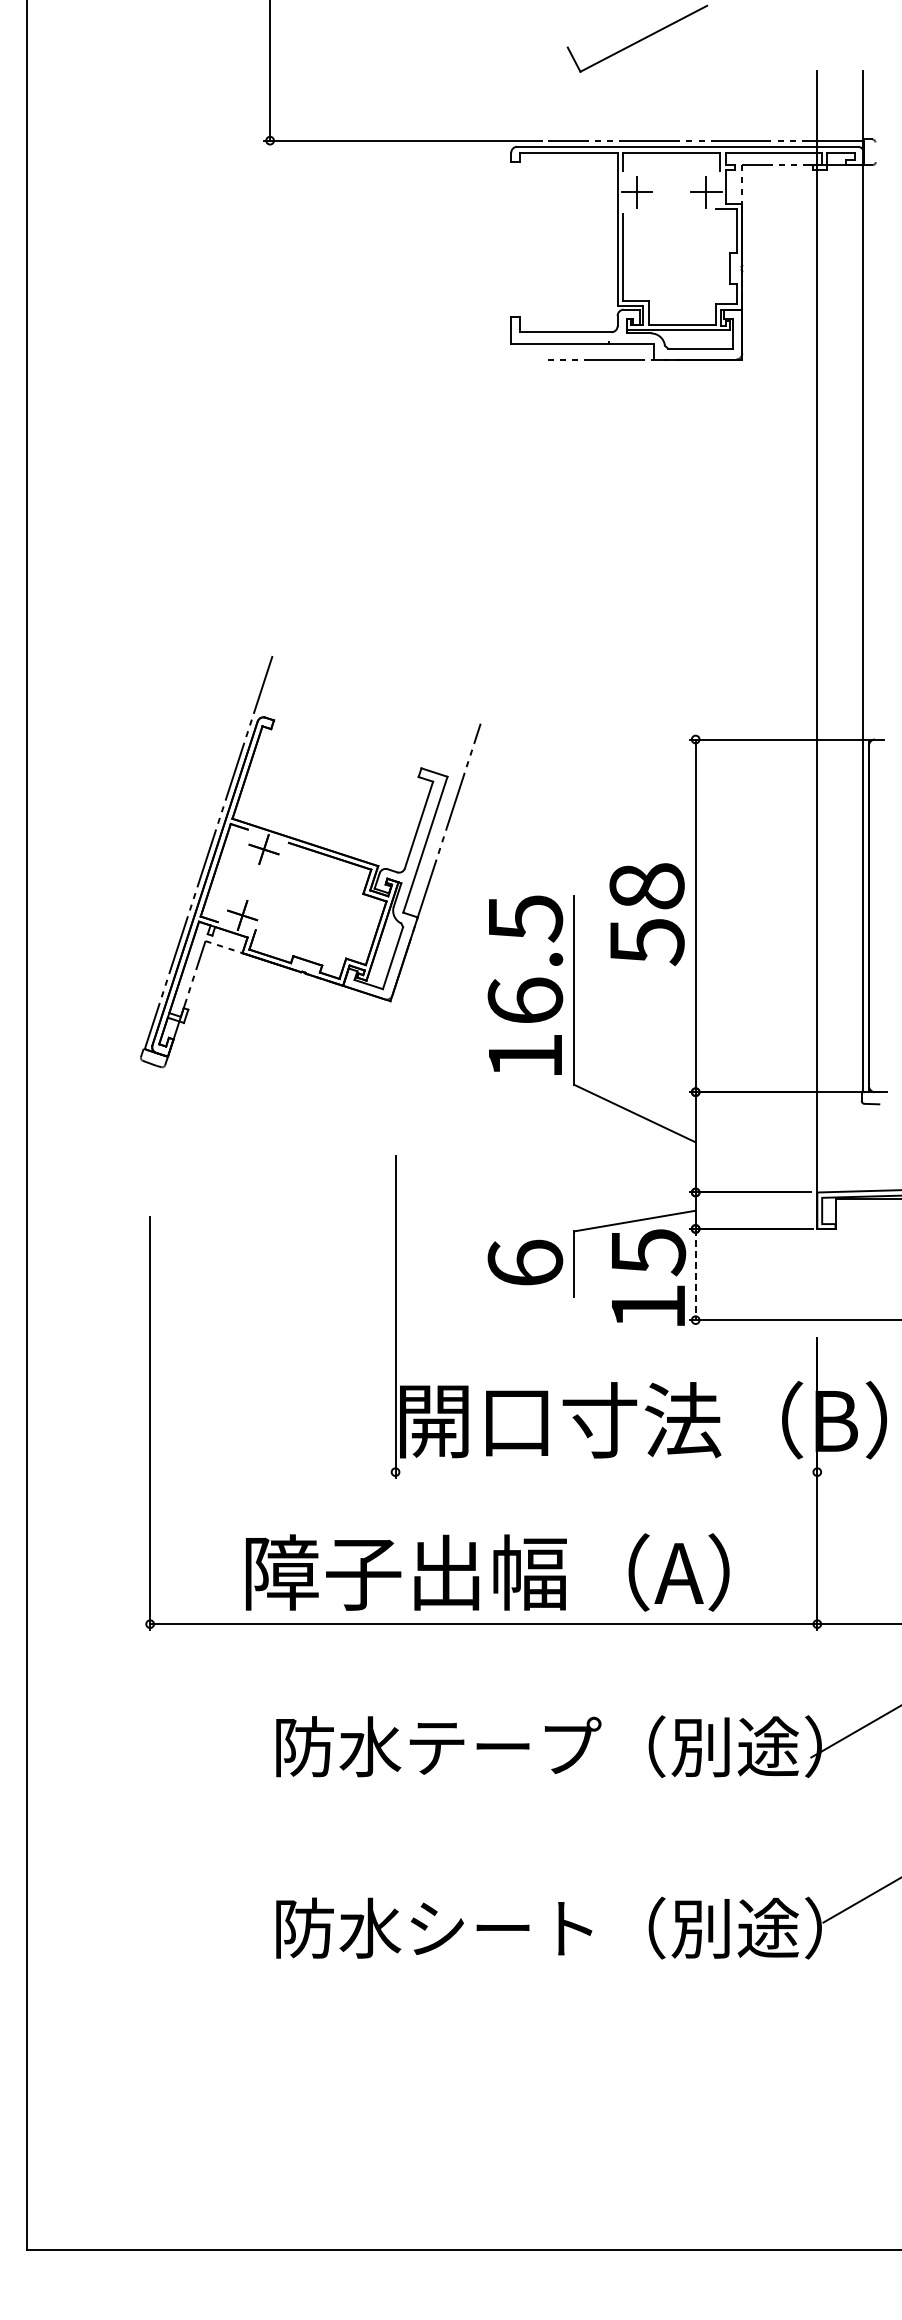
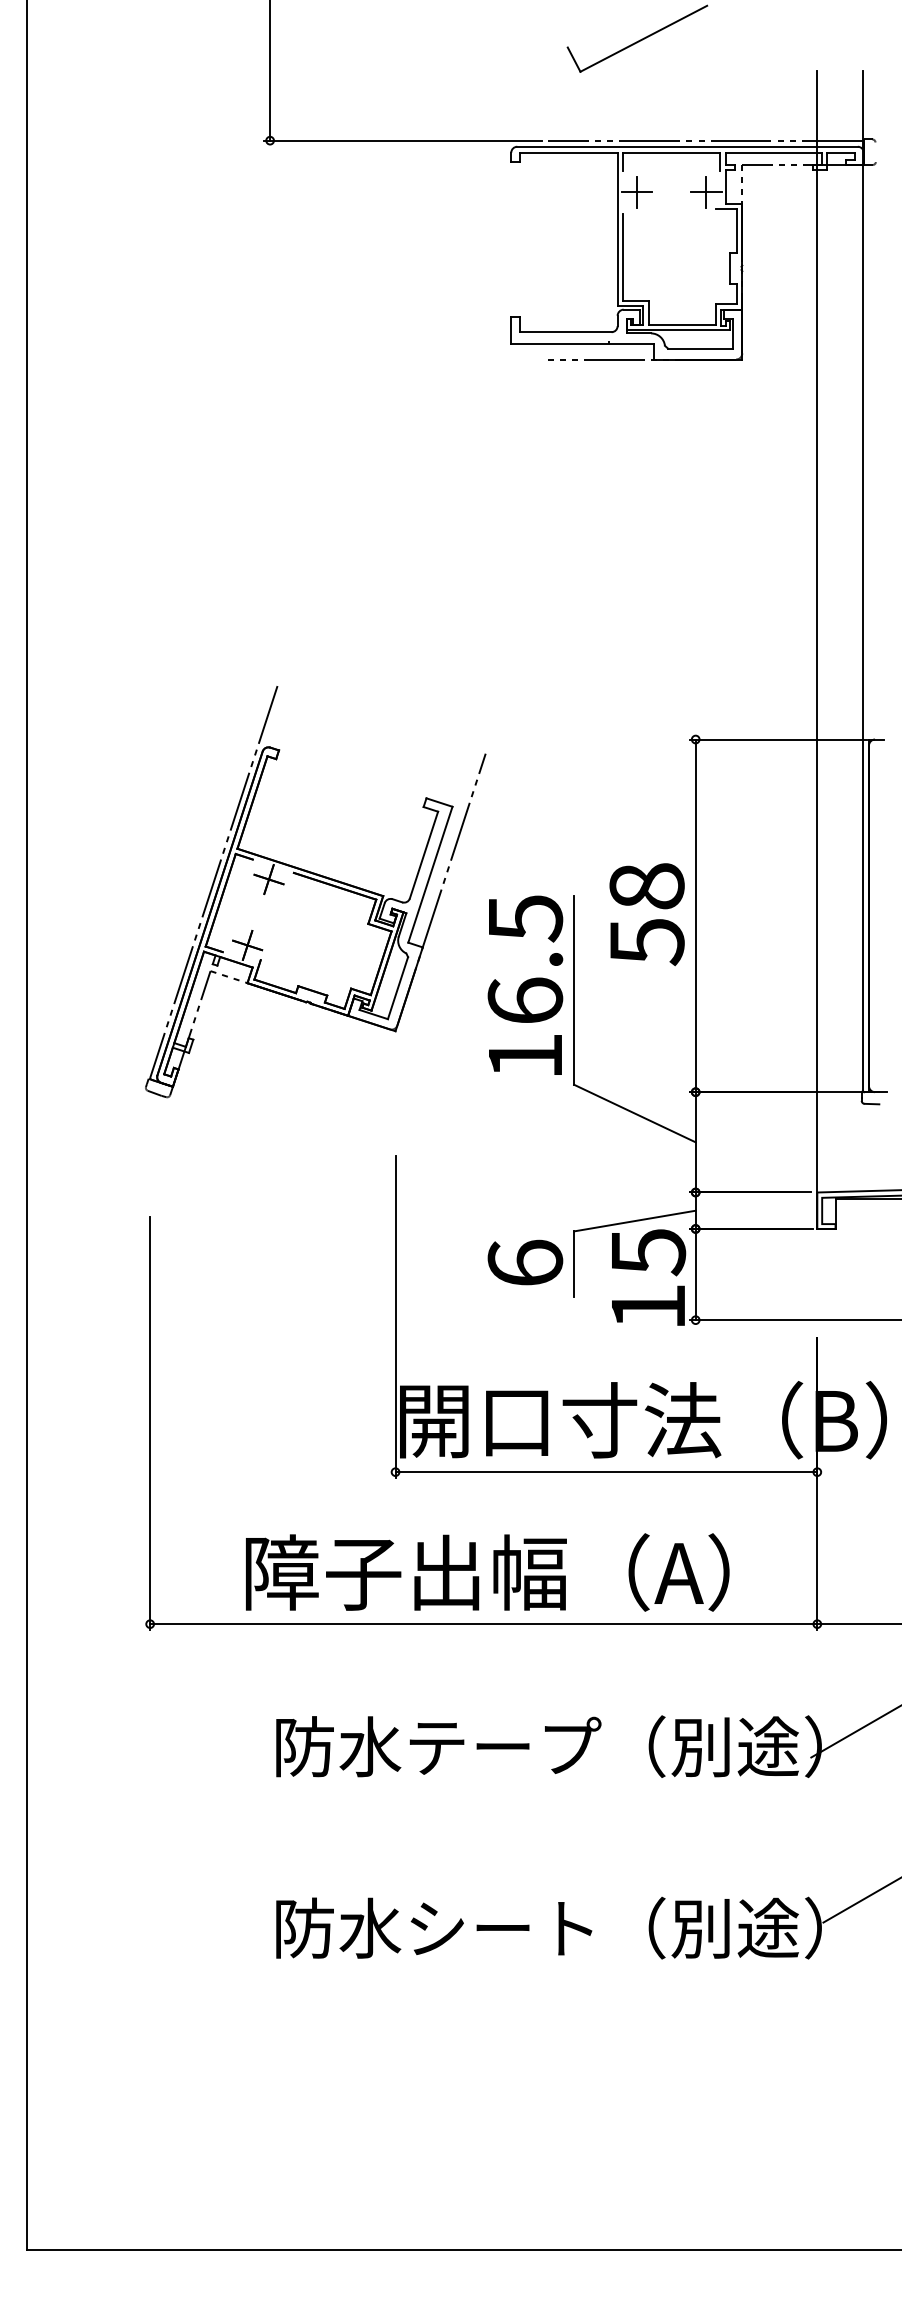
part at (310, 862) position: (310, 862) -> (315, 892)
line at (695, 1274): dashed -> solid
line at (606, 1472): none -> present
